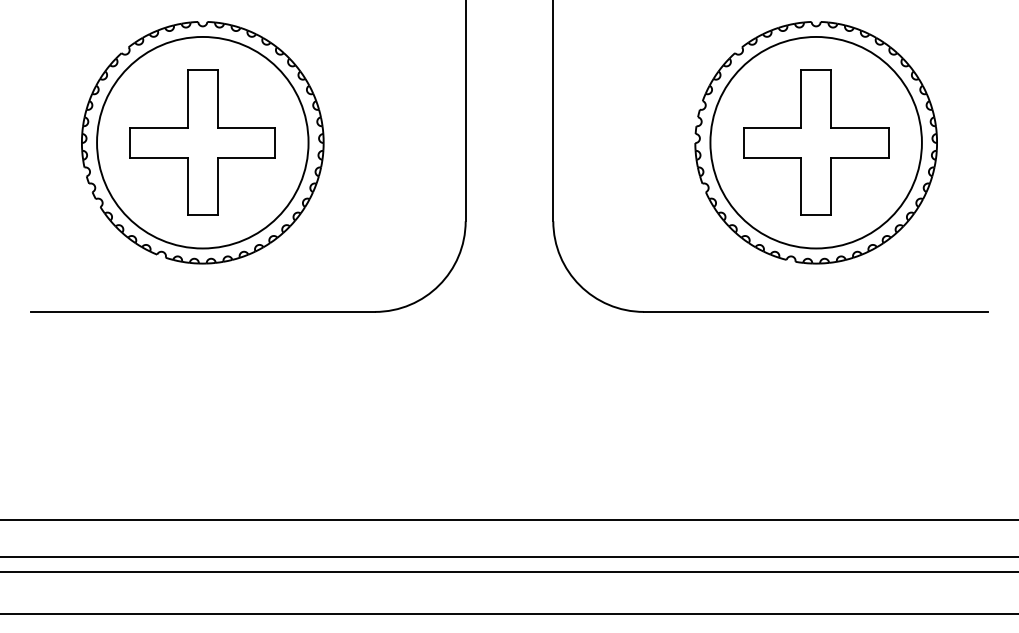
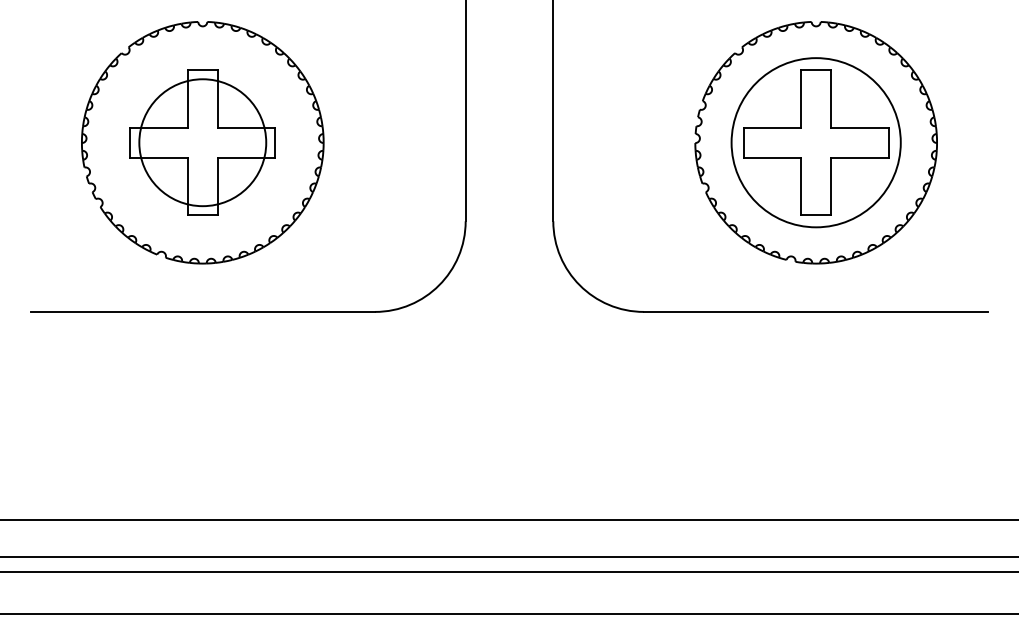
circle at (202, 142) diameter: 212 px -> 127 px
circle at (815, 142) diameter: 212 px -> 169 px
